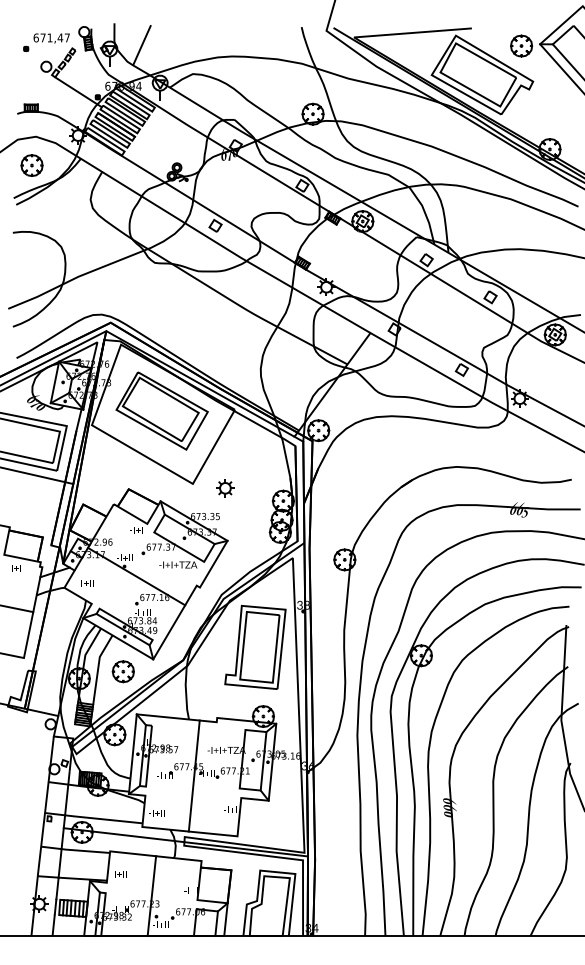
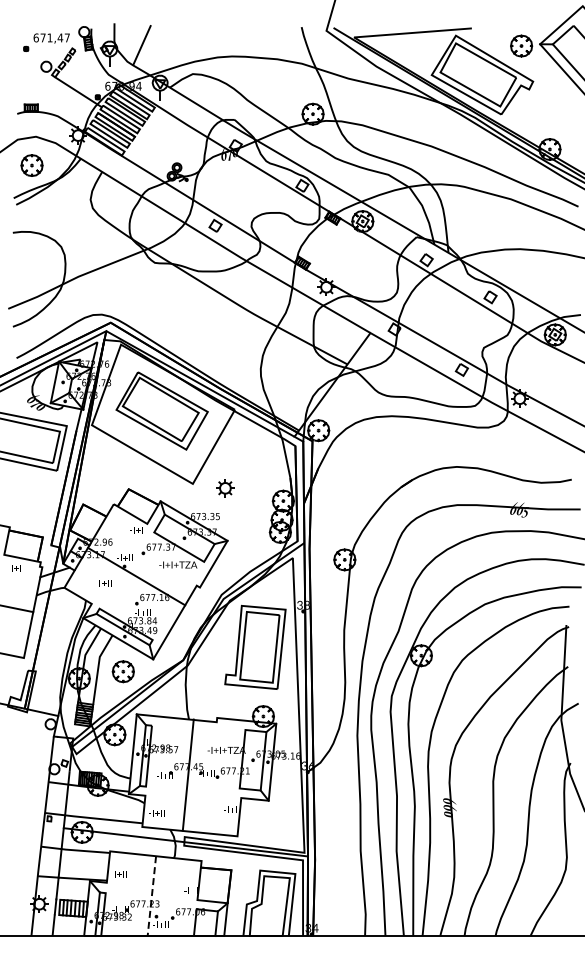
line at (37, 475): present -> none
text at (87, 583) position: (87, 583) -> (105, 583)
line at (193, 775) position: (193, 775) -> (187, 774)
line at (151, 896): solid -> dashed
